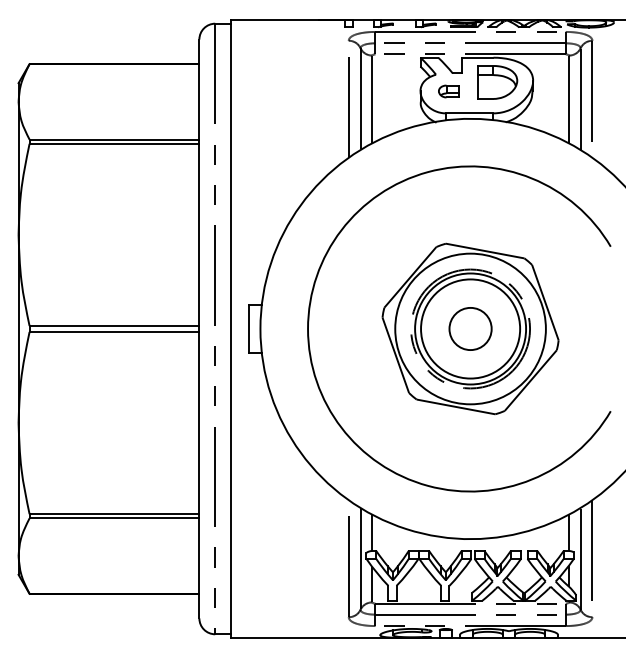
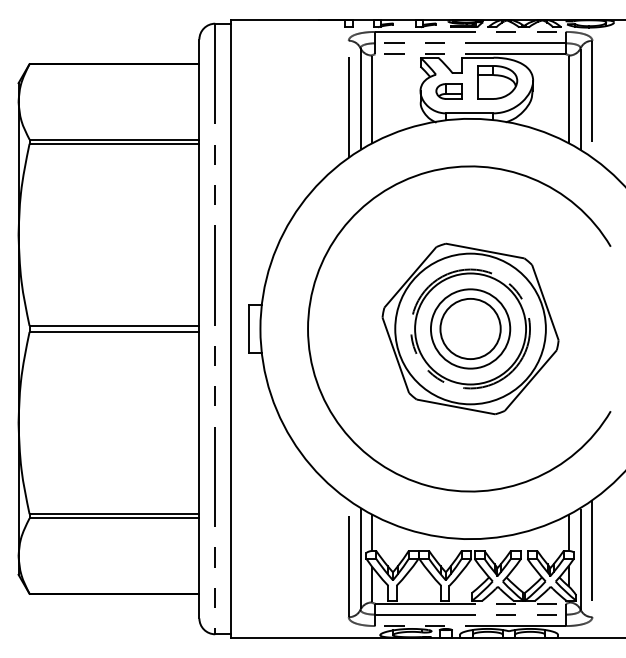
part at (448, 91) size: 22x15 px -> 28x17 px
circle at (470, 328) diameter: 42 px -> 60 px
circle at (470, 328) diameter: 99 px -> 79 px
